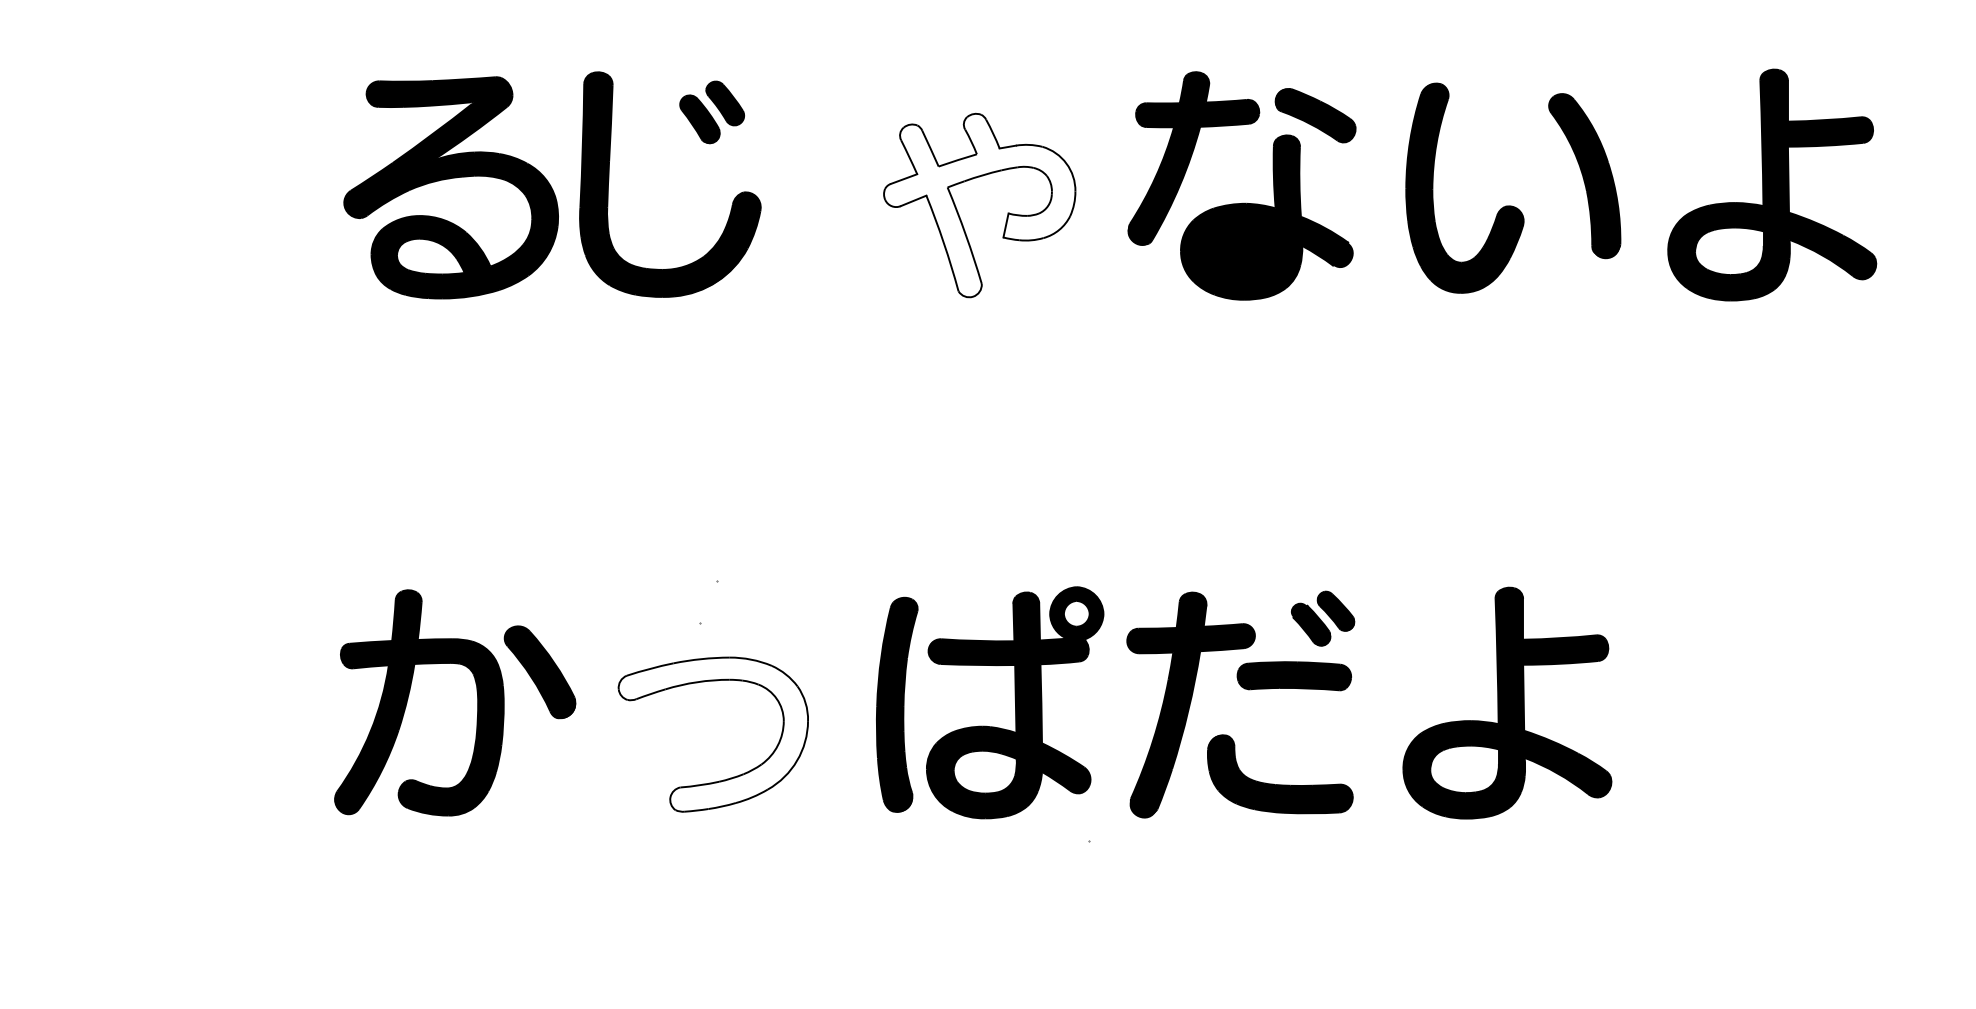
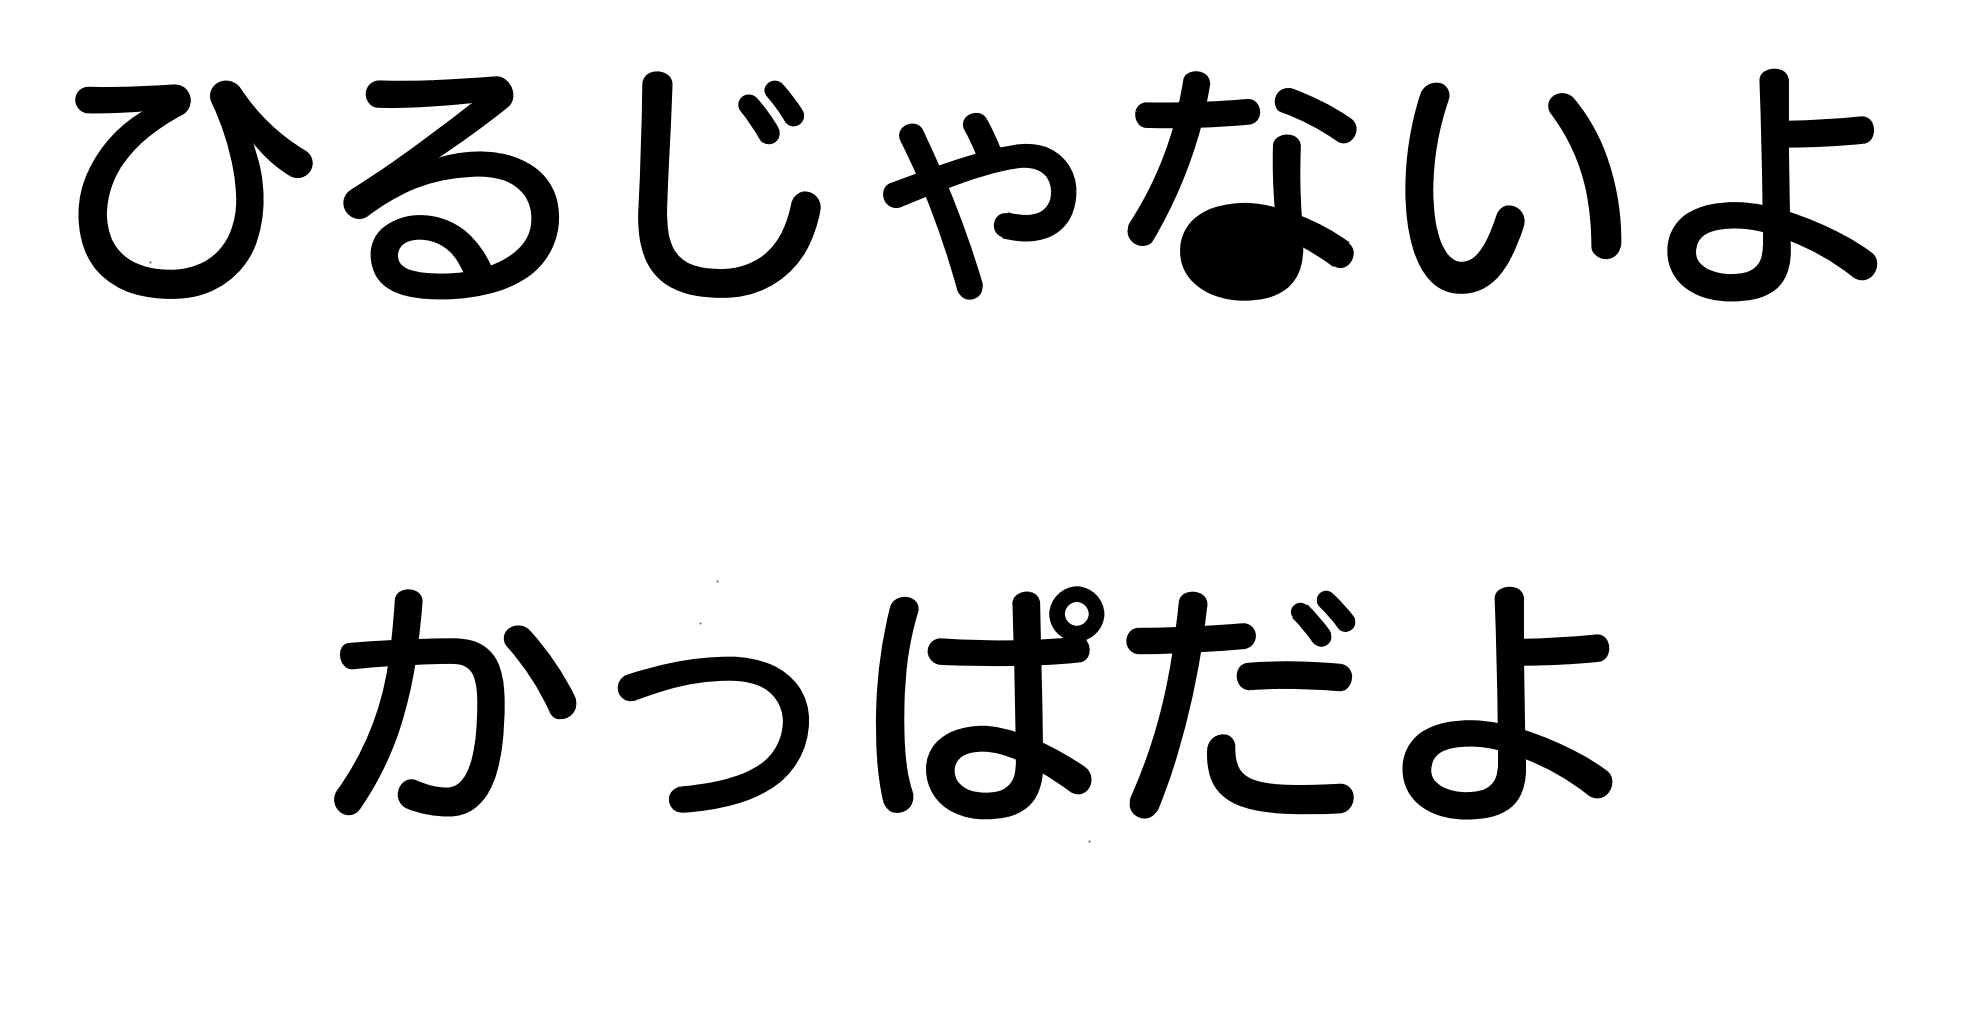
part at (703, 142) position: (703, 142) -> (762, 142)
part at (234, 180): none -> present
fill at (979, 206): none -> present
fill at (713, 734): none -> present
